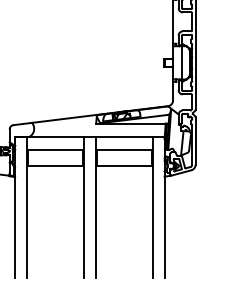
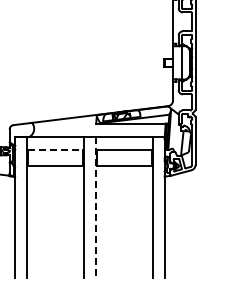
line at (55, 149): solid -> dashed
line at (95, 207): solid -> dashed
